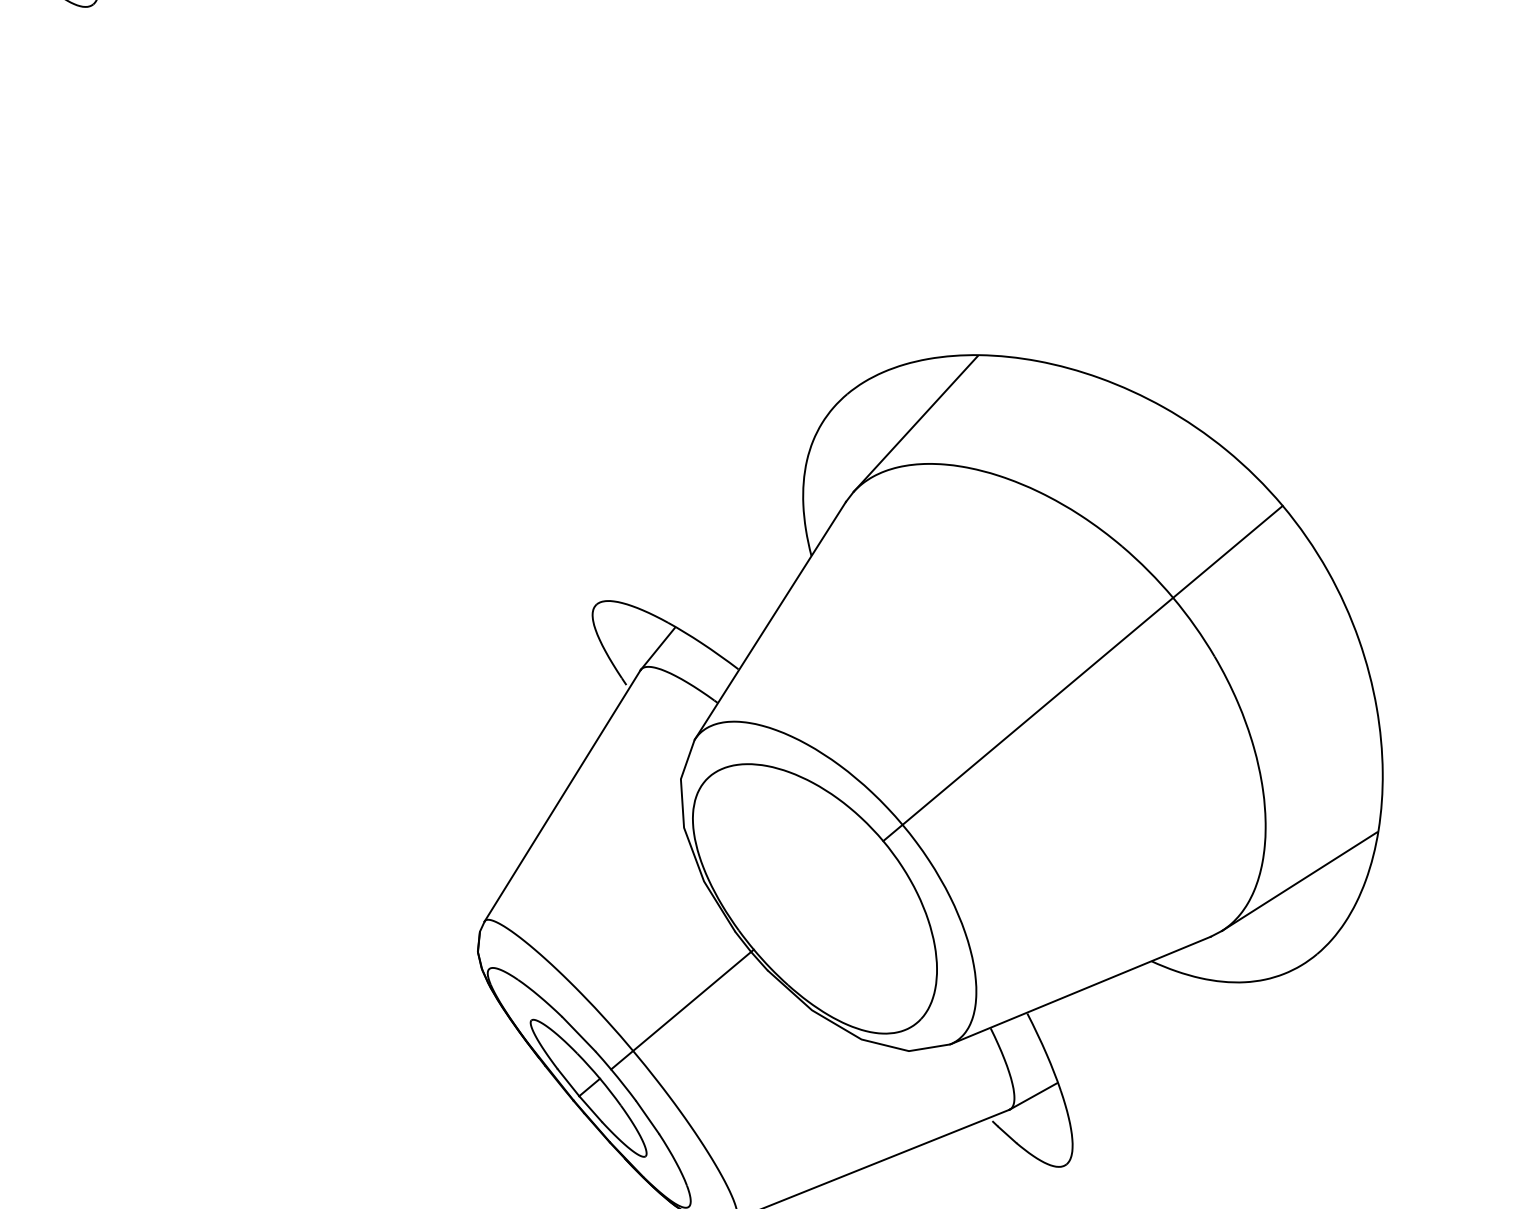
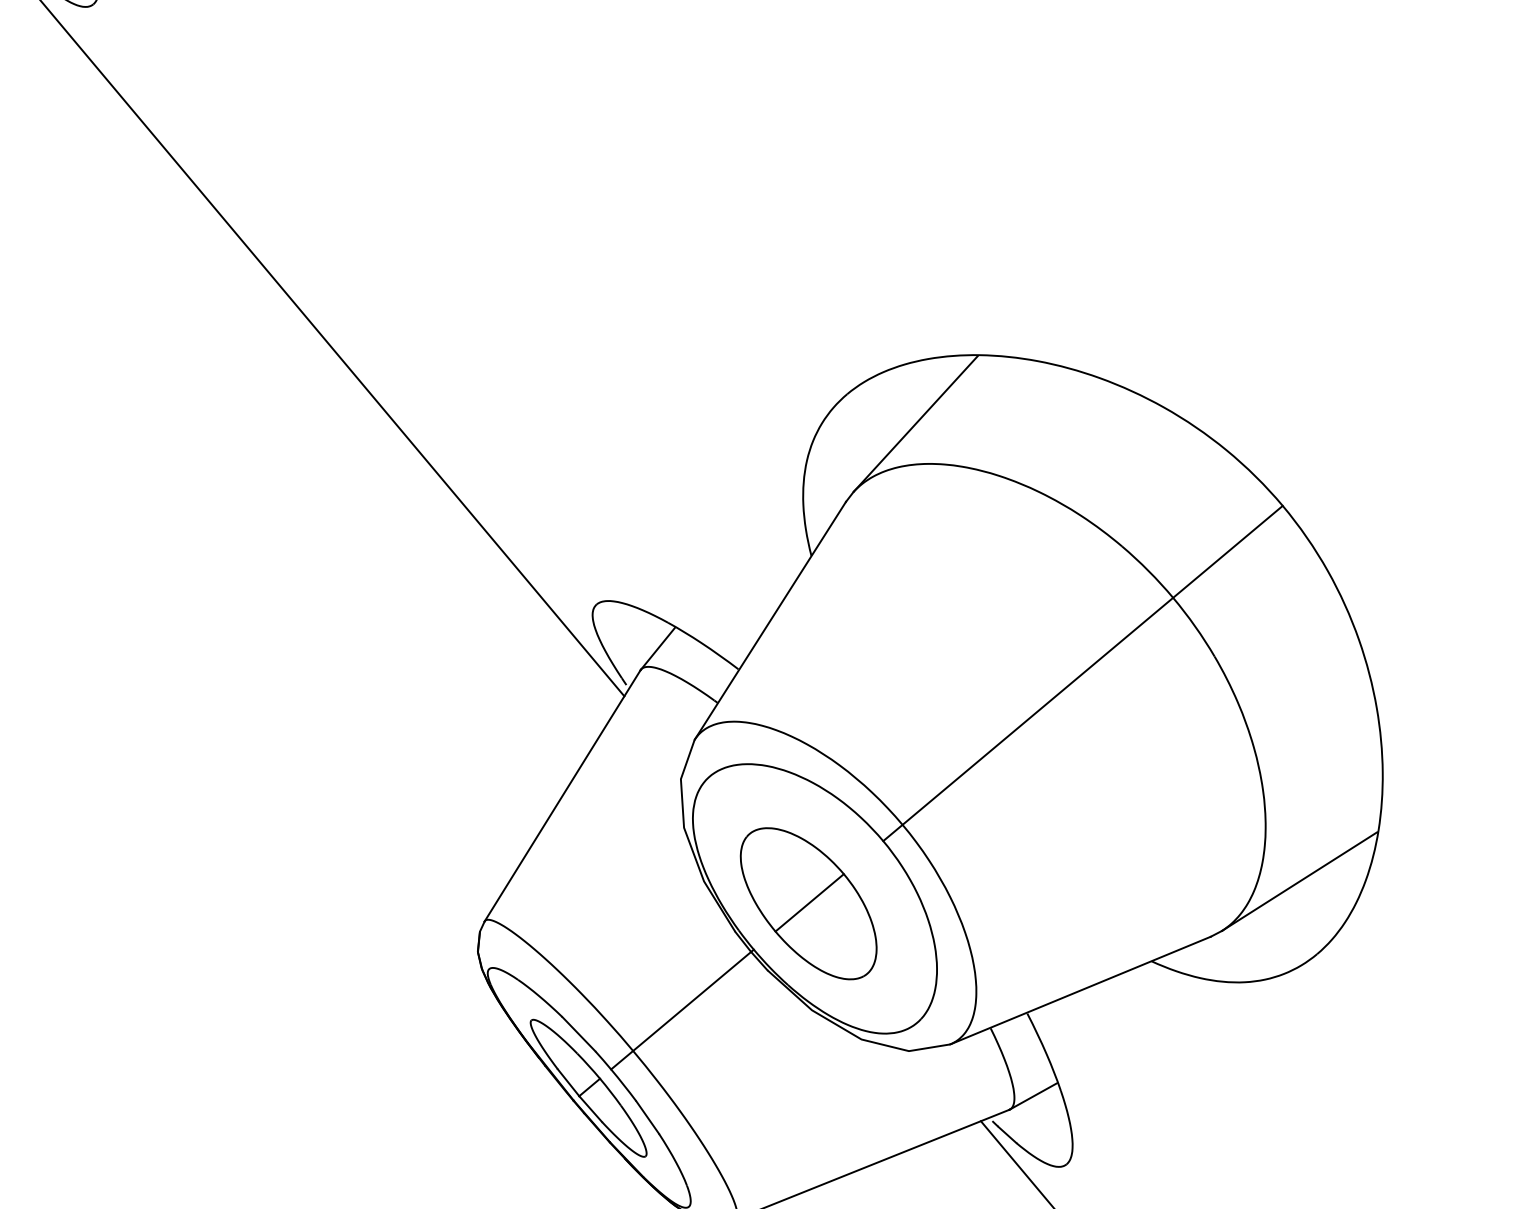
line at (333, 349): none -> present
part at (808, 903): none -> present
line at (1015, 1163): none -> present
